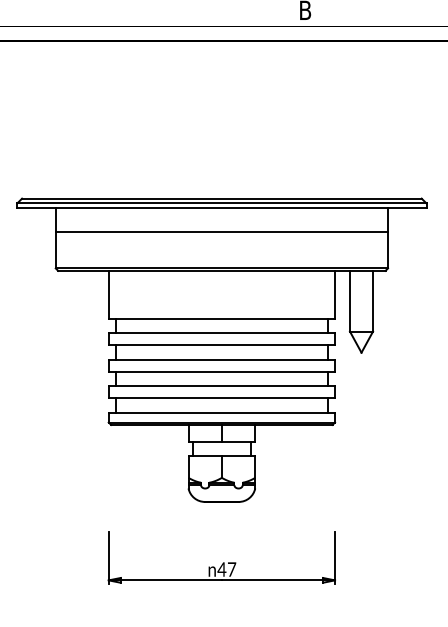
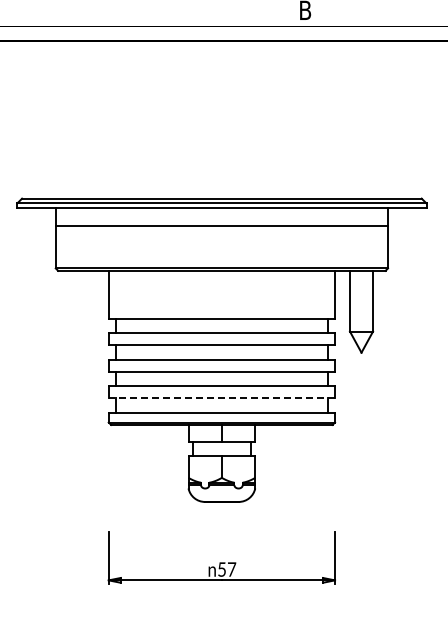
line at (221, 232) position: (221, 232) -> (221, 226)
line at (221, 398): solid -> dashed
text at (221, 569): 47 -> 57
